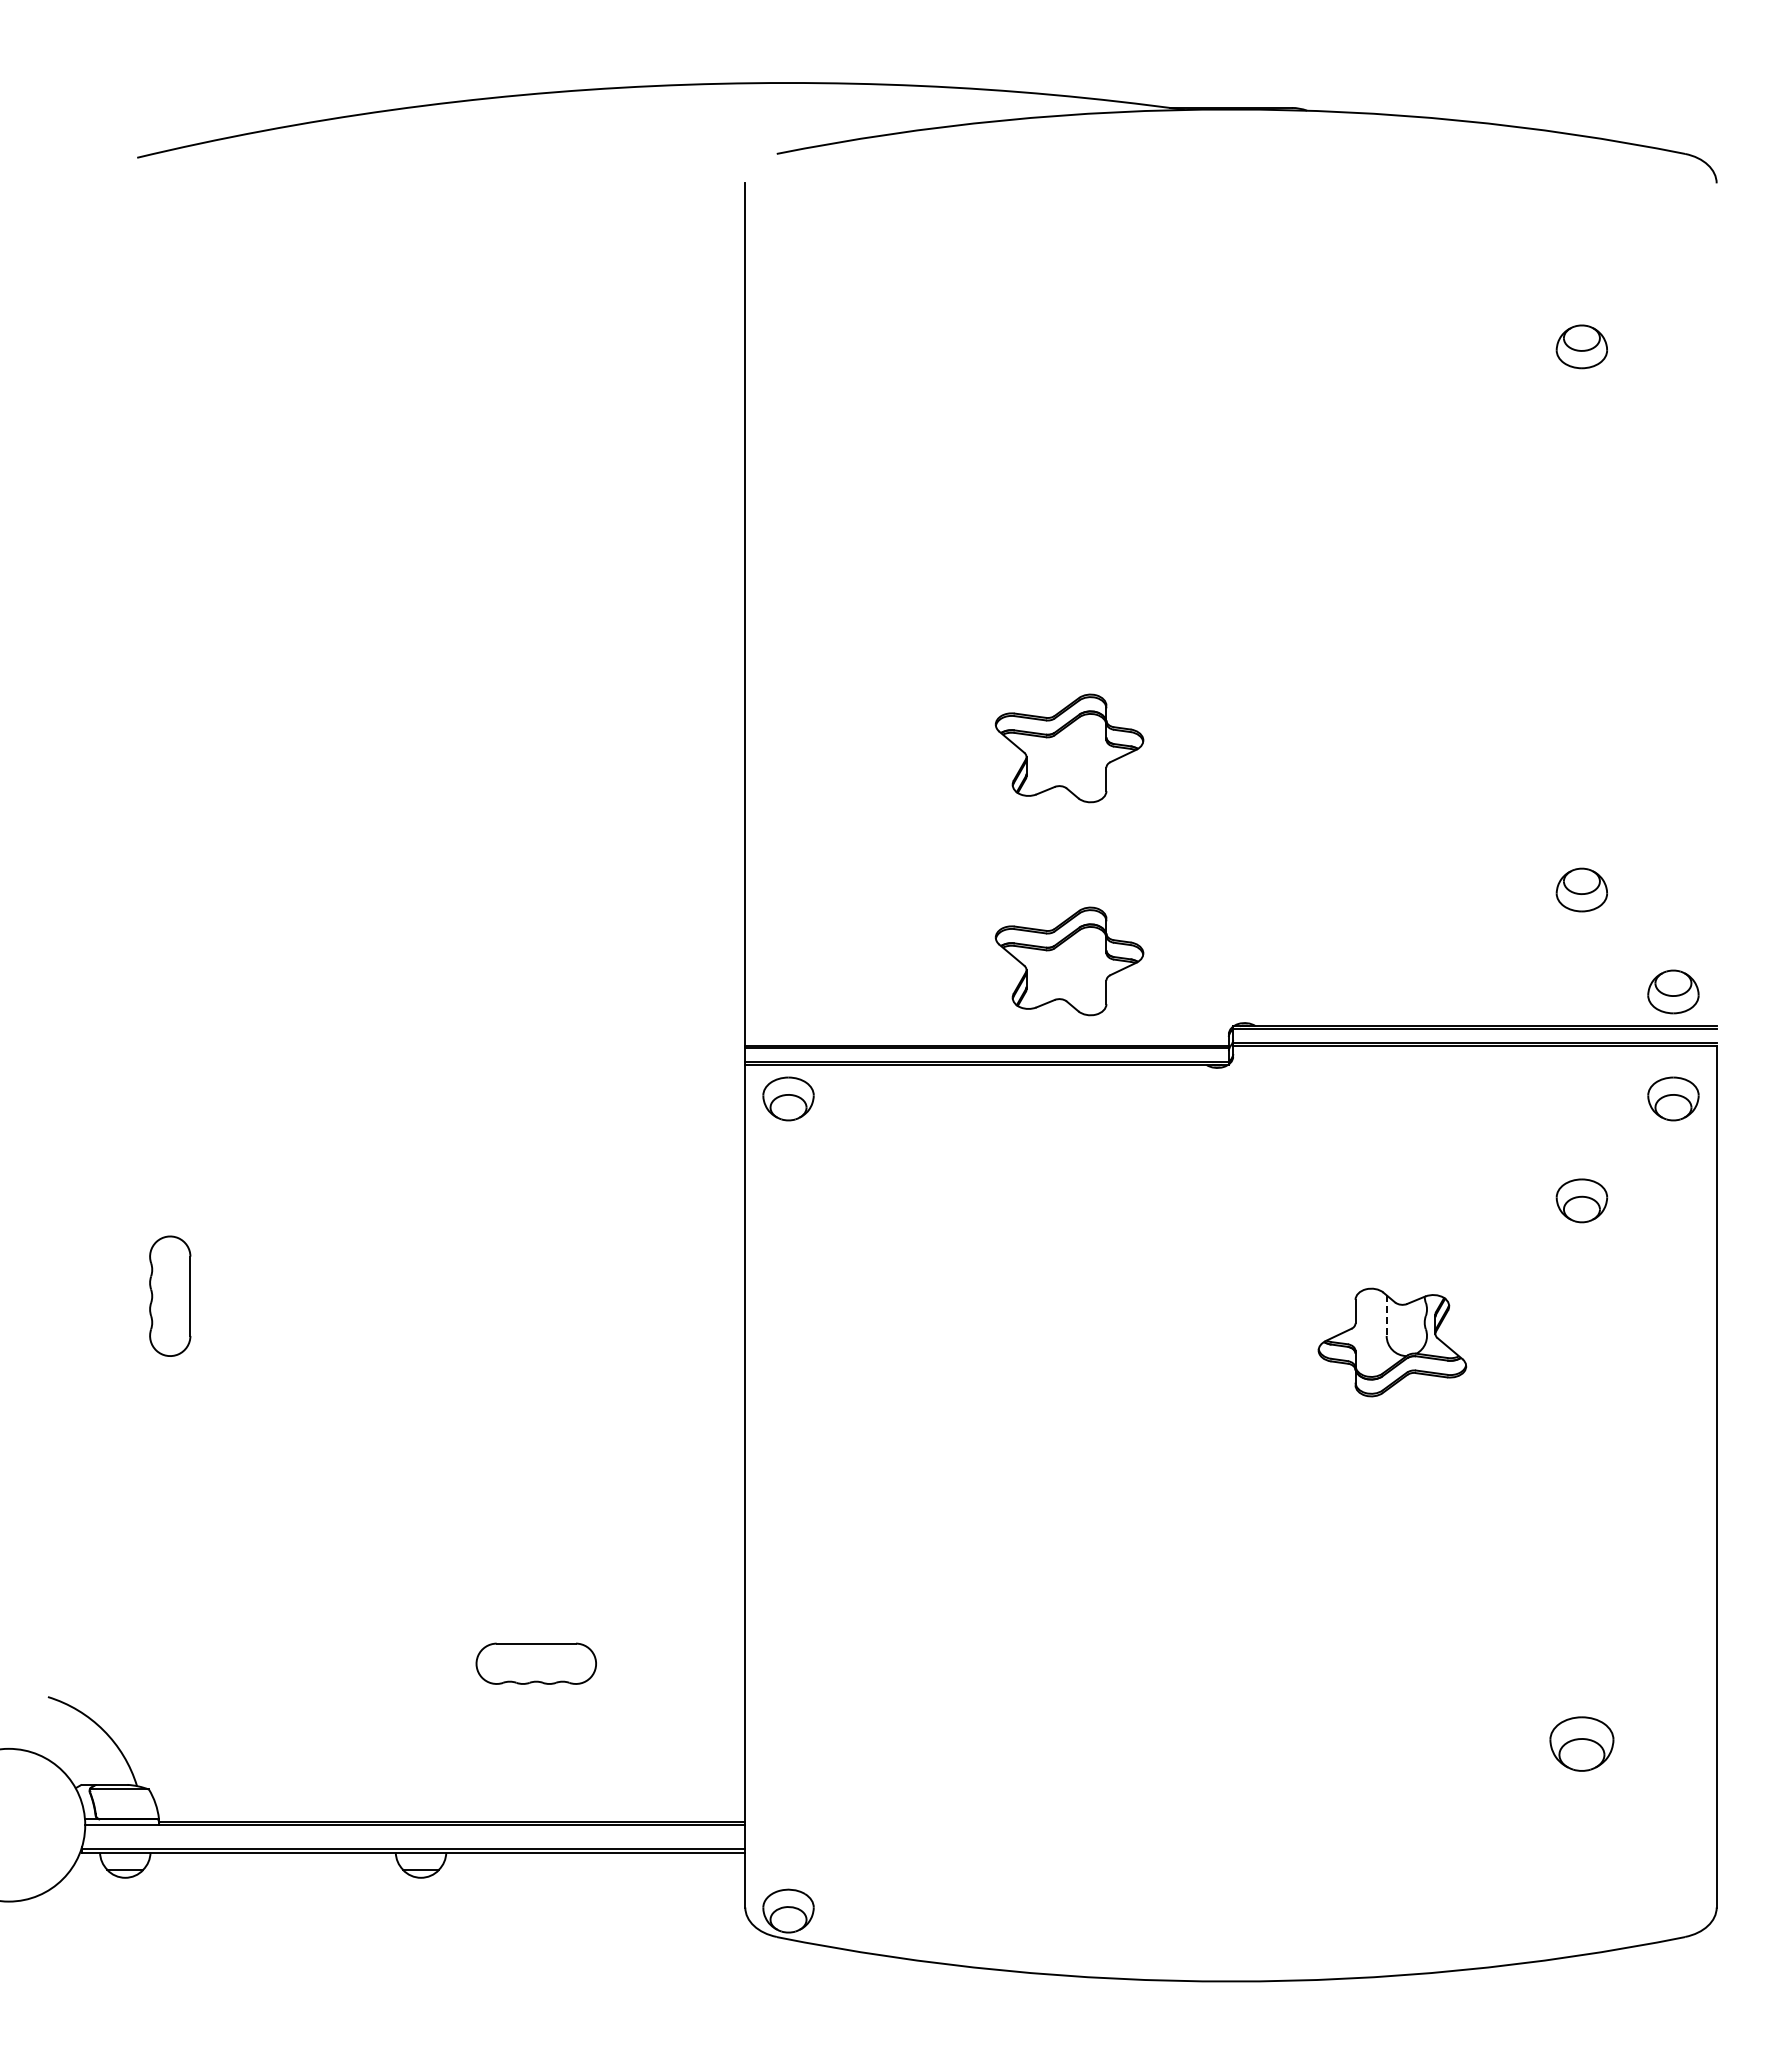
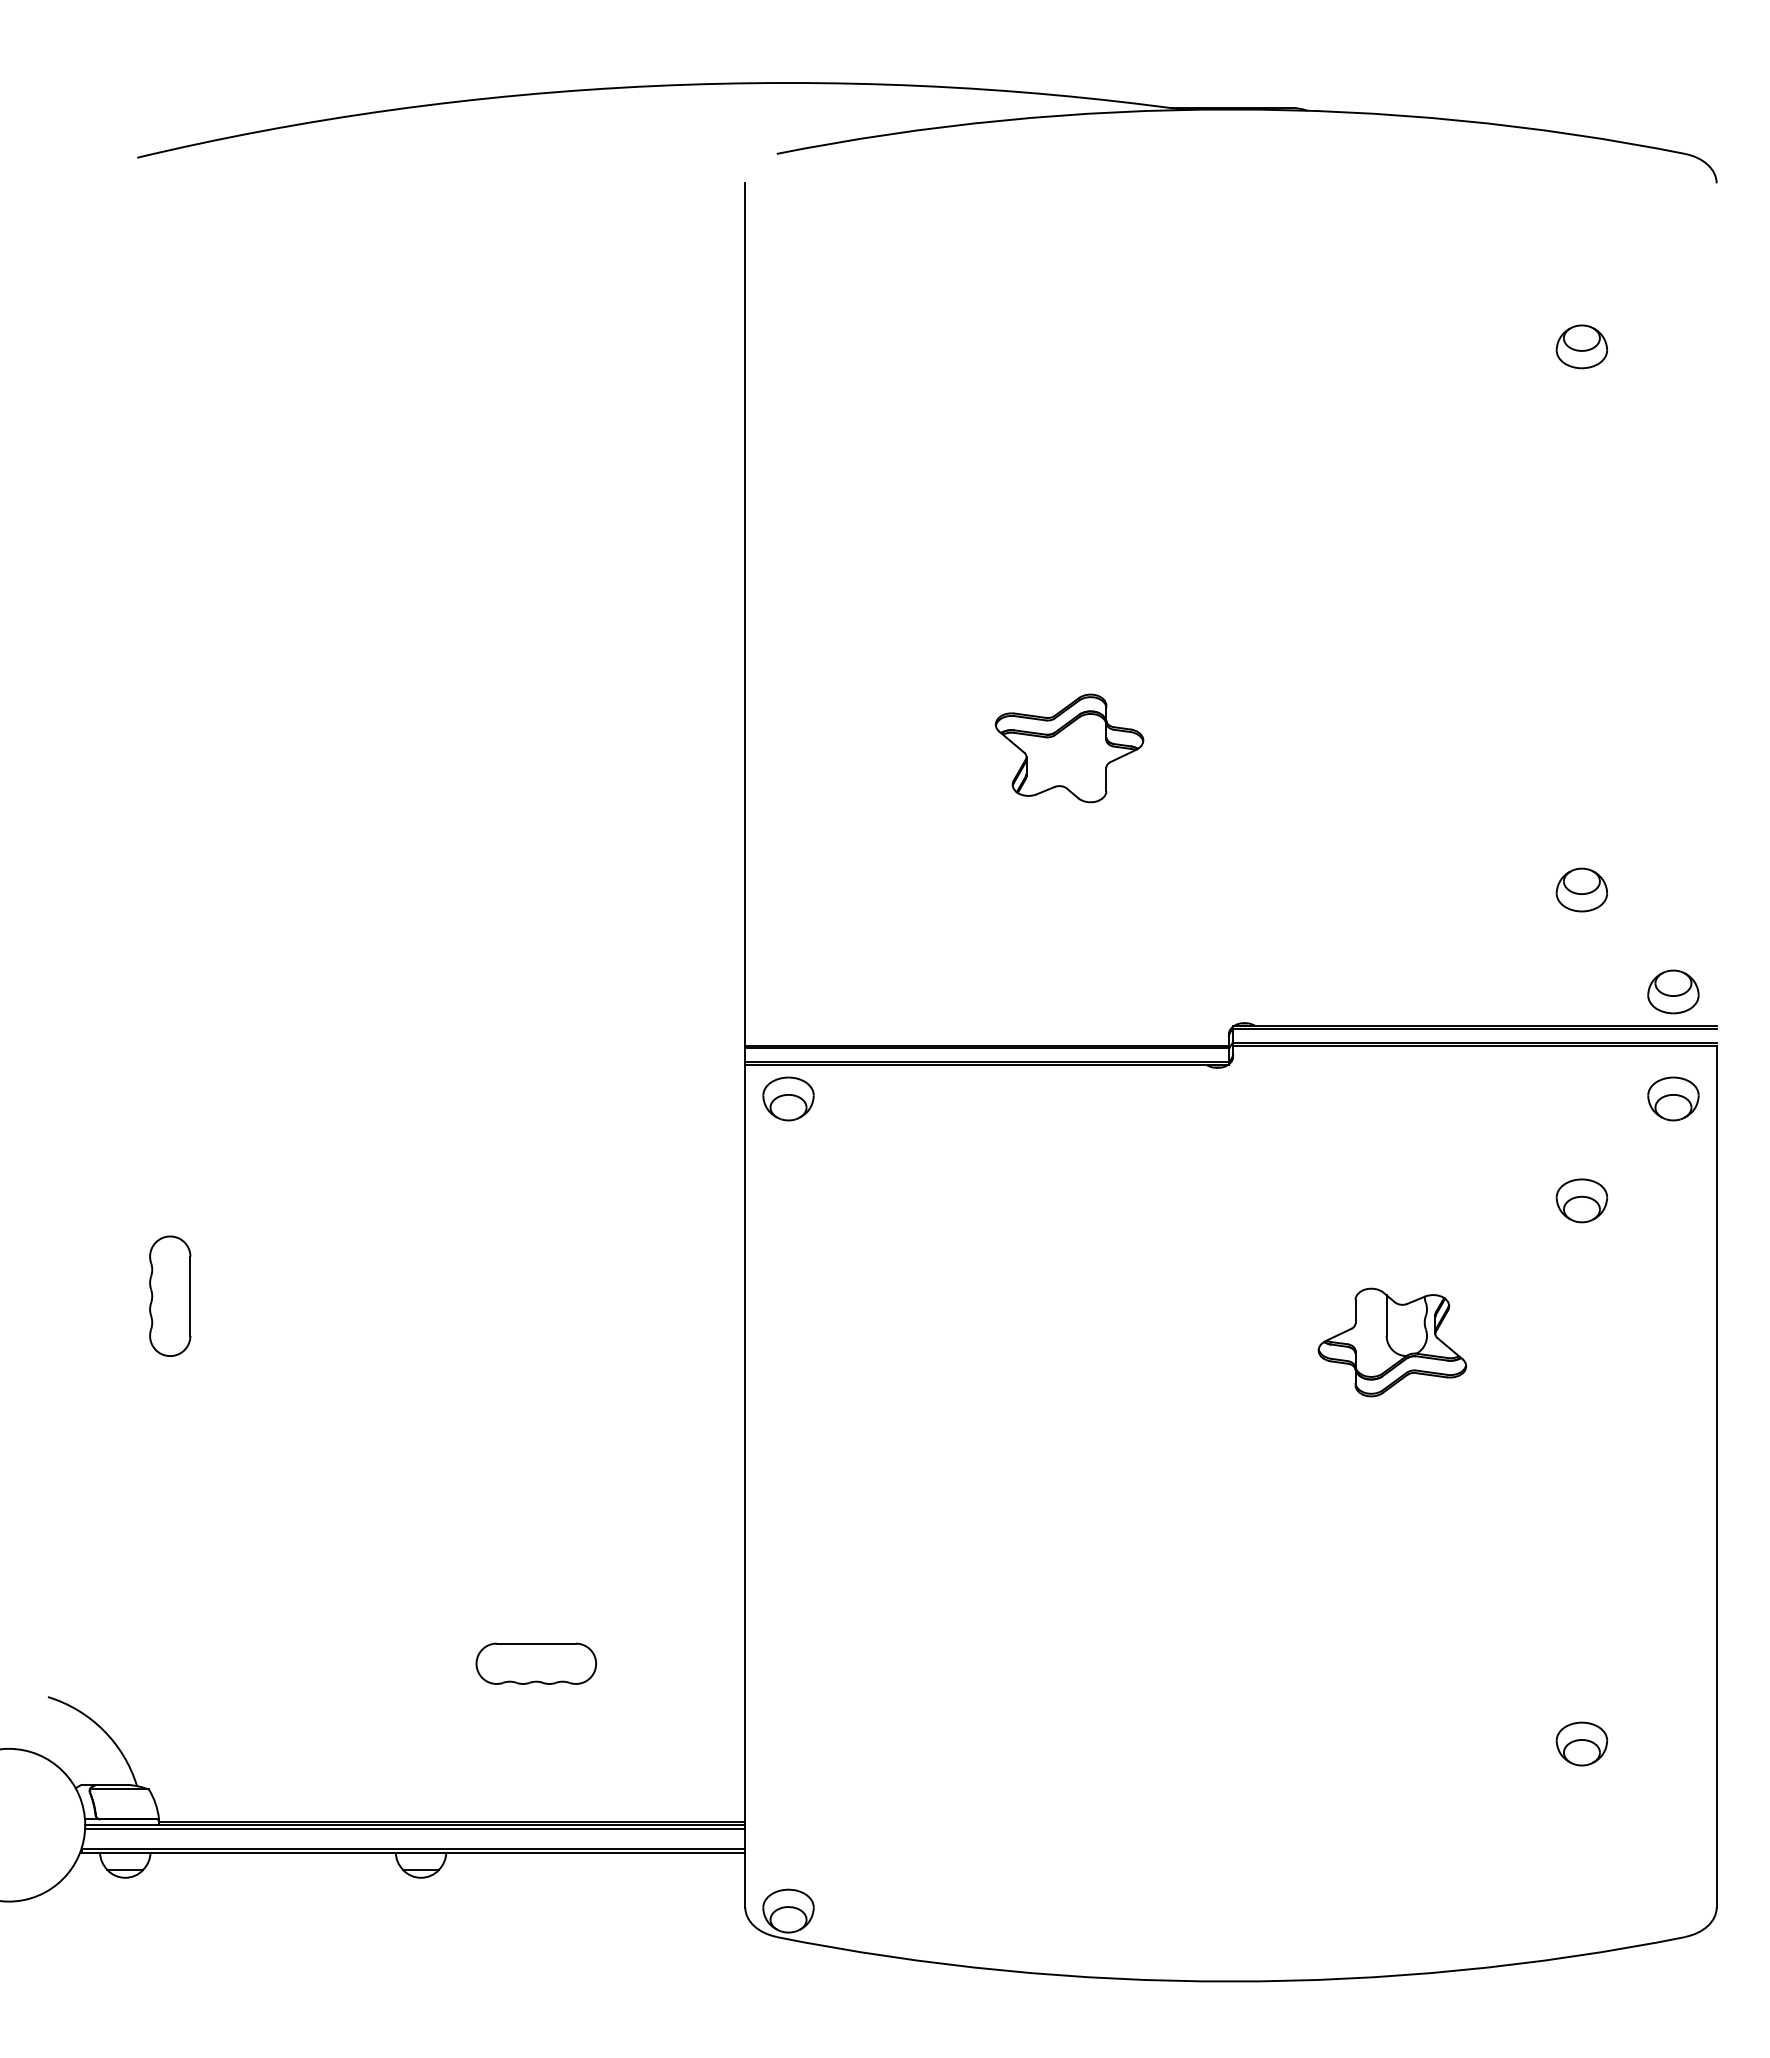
part at (1069, 961): present -> none
line at (1386, 1316): dashed -> solid
part at (1581, 1743) size: 66x56 px -> 54x46 px
line at (415, 1828): none -> present
